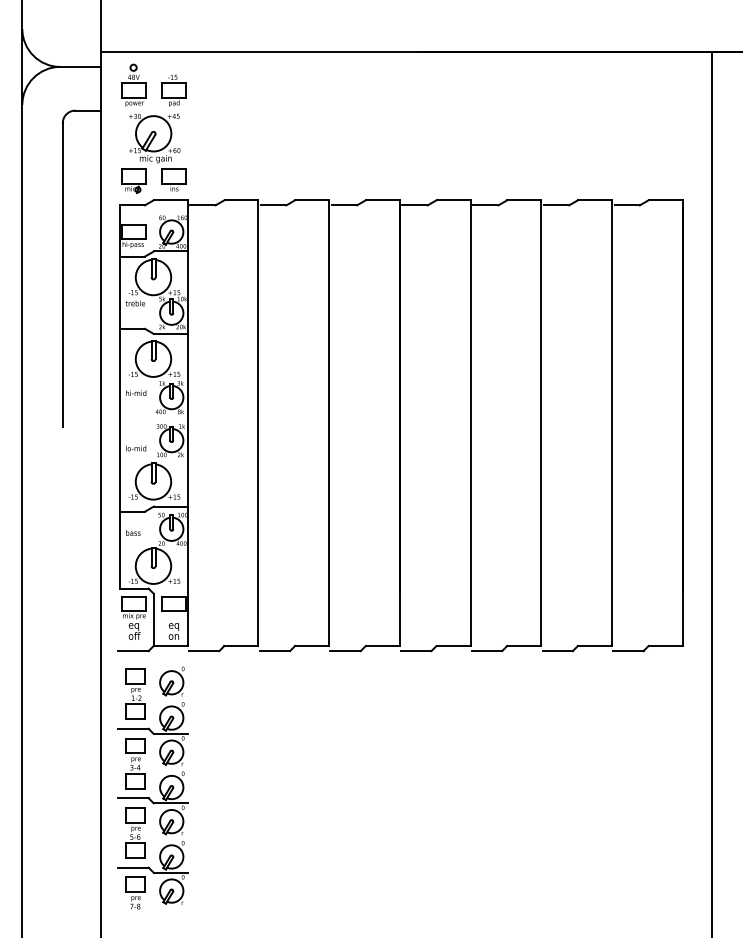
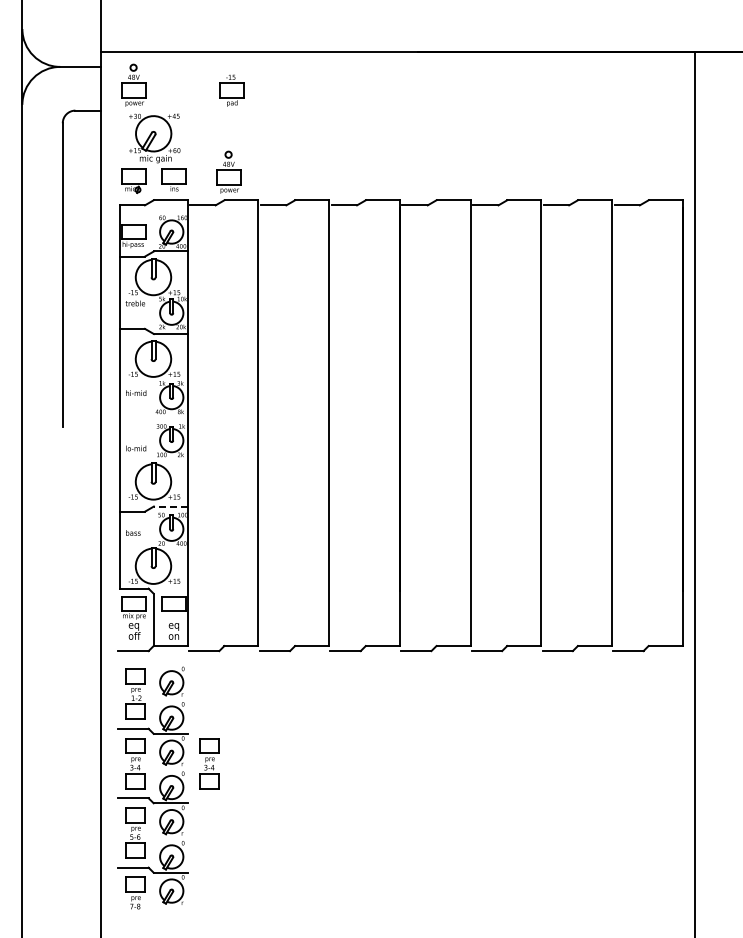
part at (173, 90) position: (173, 90) -> (231, 90)
part at (228, 171): none -> present
line at (711, 493) position: (711, 493) -> (694, 493)
line at (170, 506): solid -> dashed
part at (209, 763): none -> present
